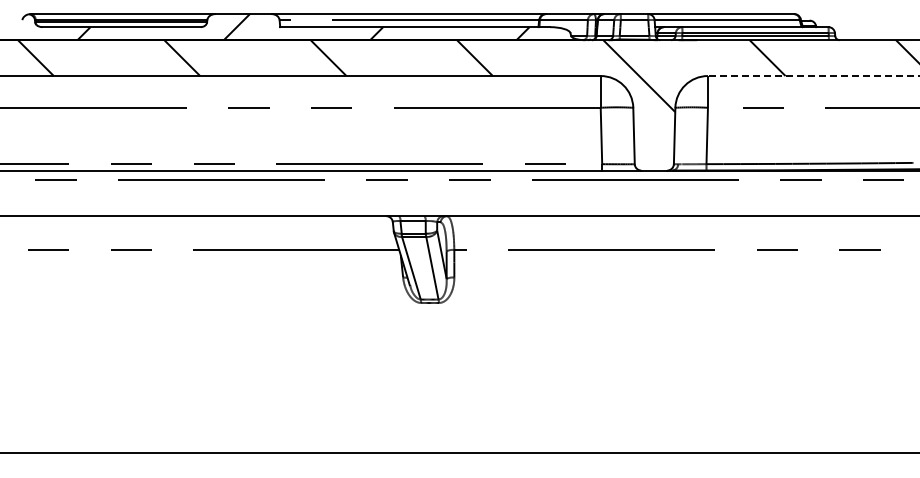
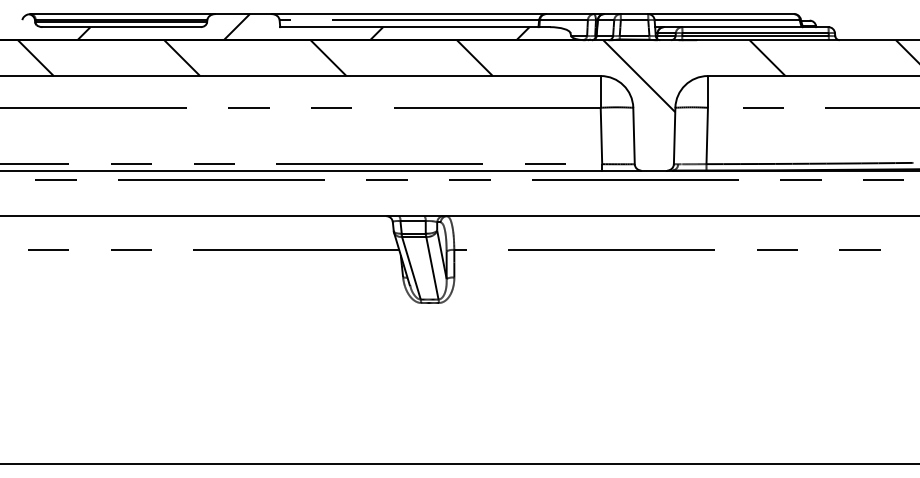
line at (813, 76): dashed -> solid
line at (459, 452) position: (459, 452) -> (459, 463)
